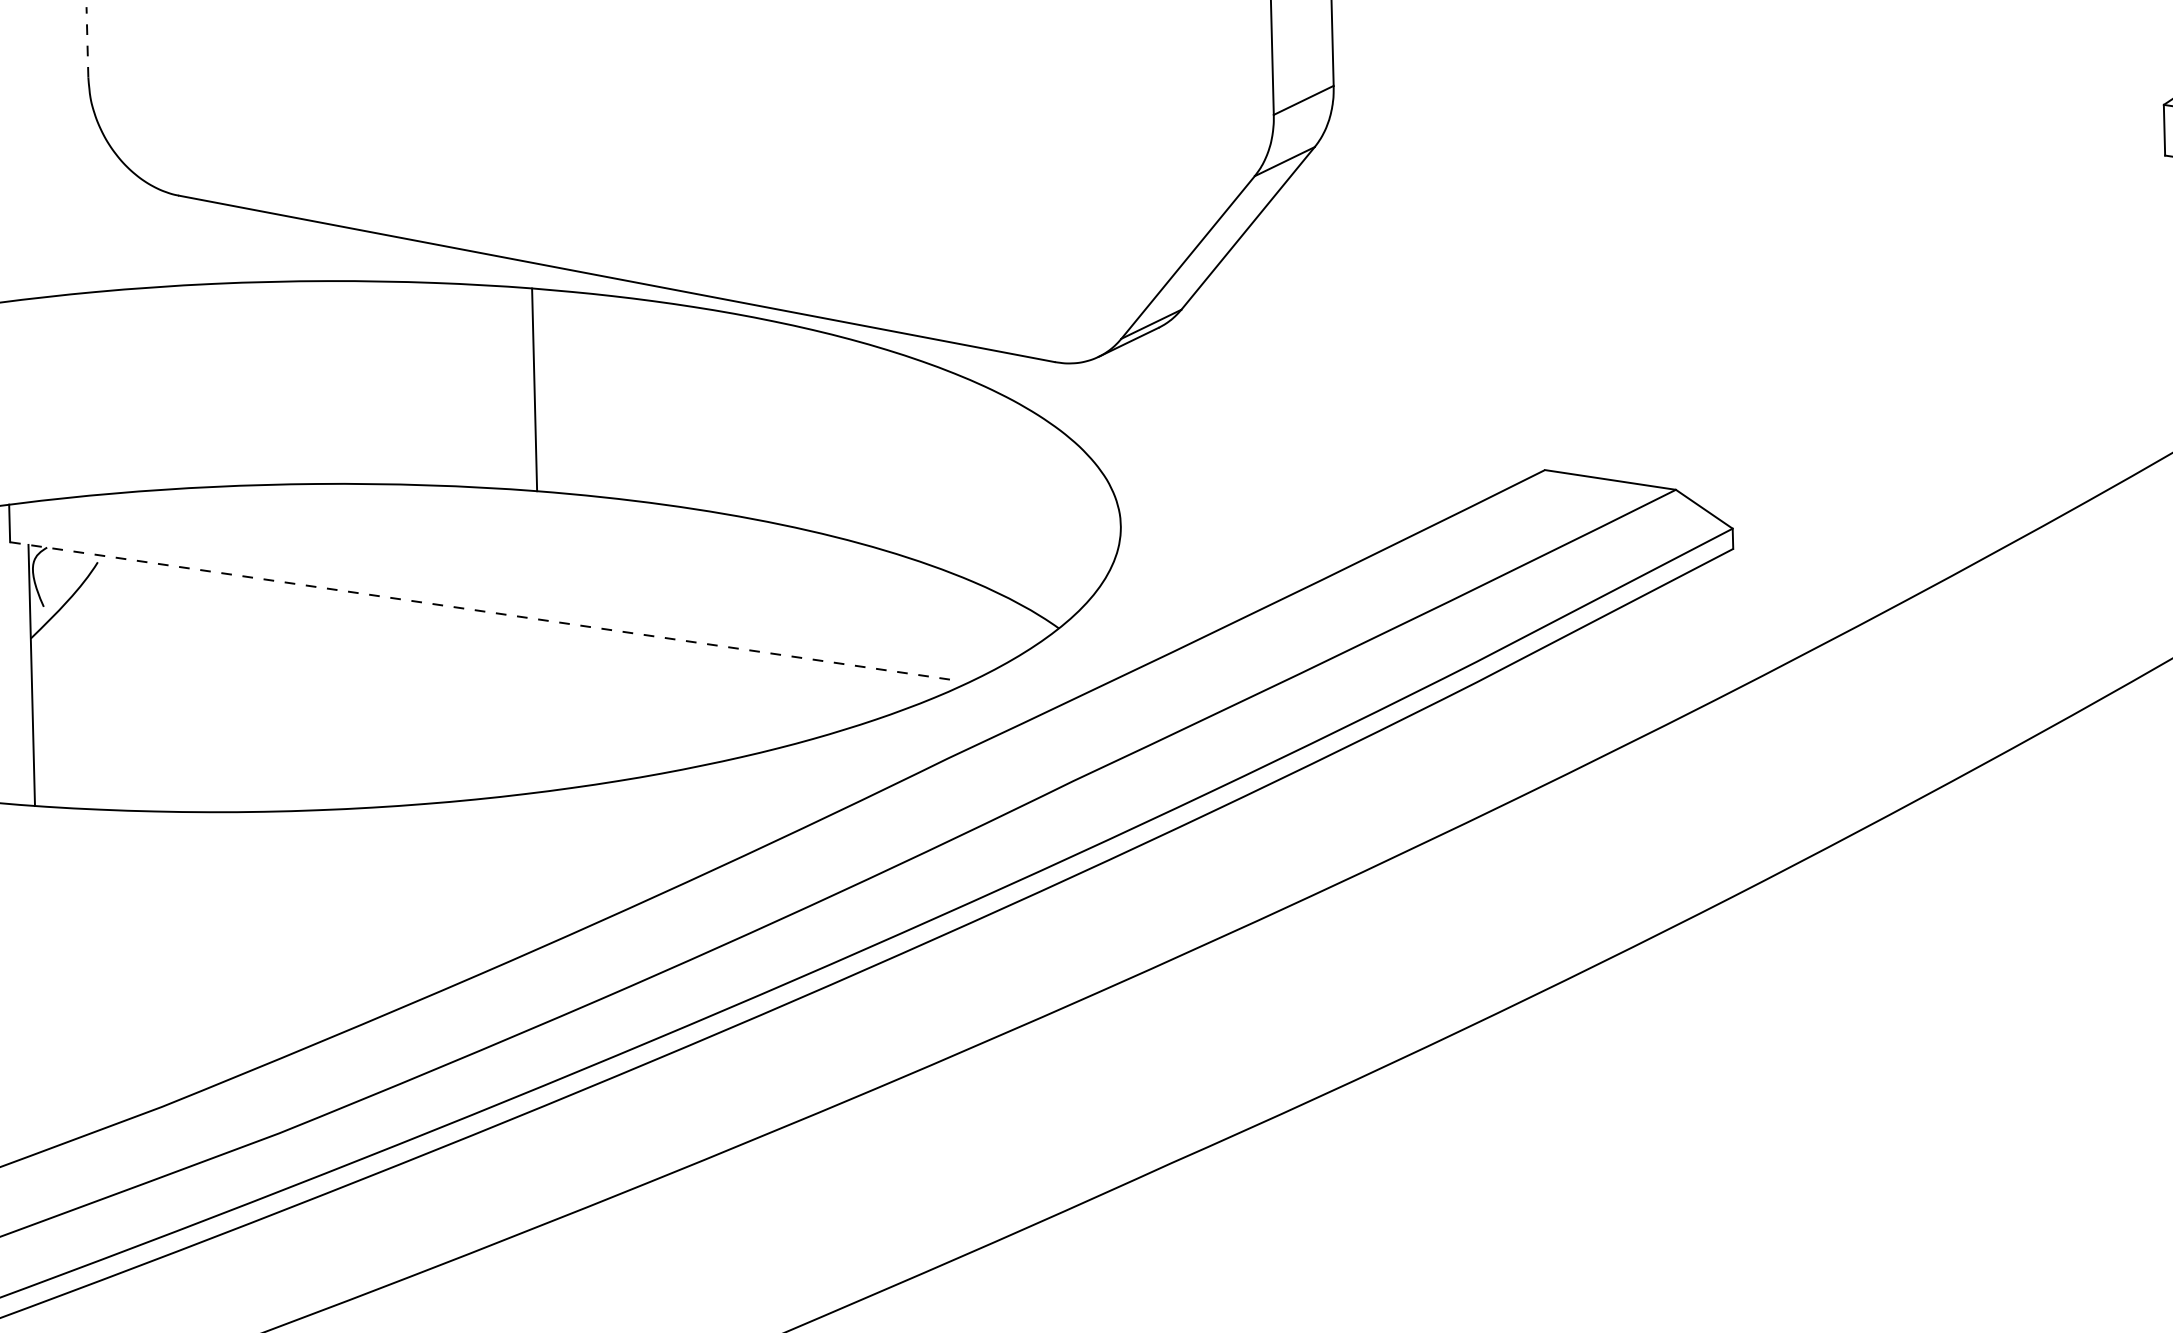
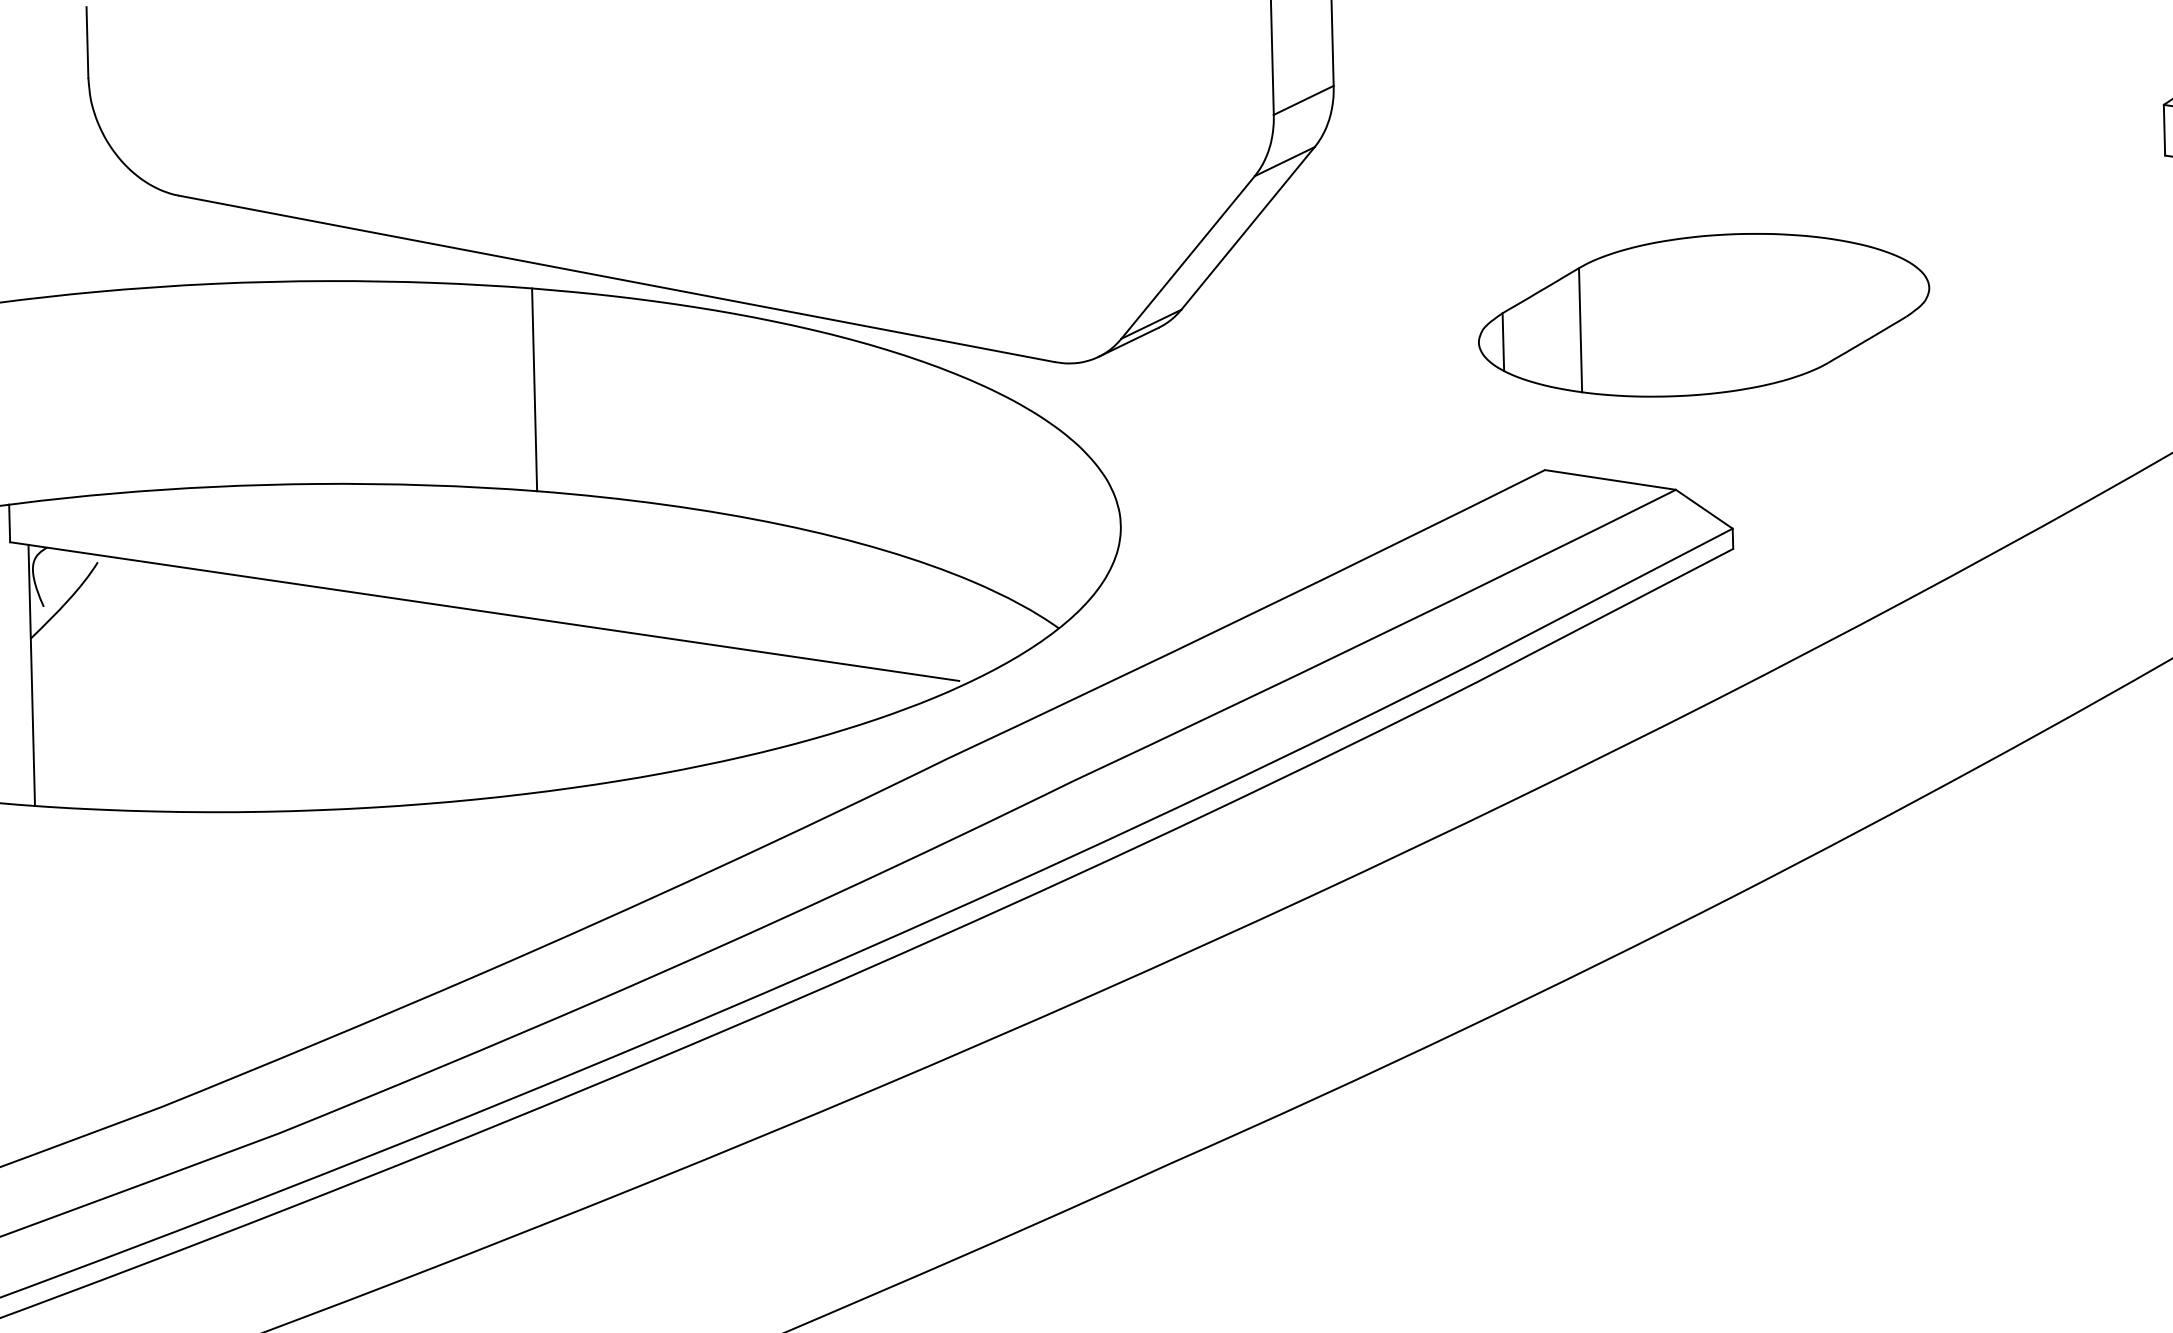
line at (87, 41): dashed -> solid
part at (1704, 315): none -> present
line at (484, 611): dashed -> solid
